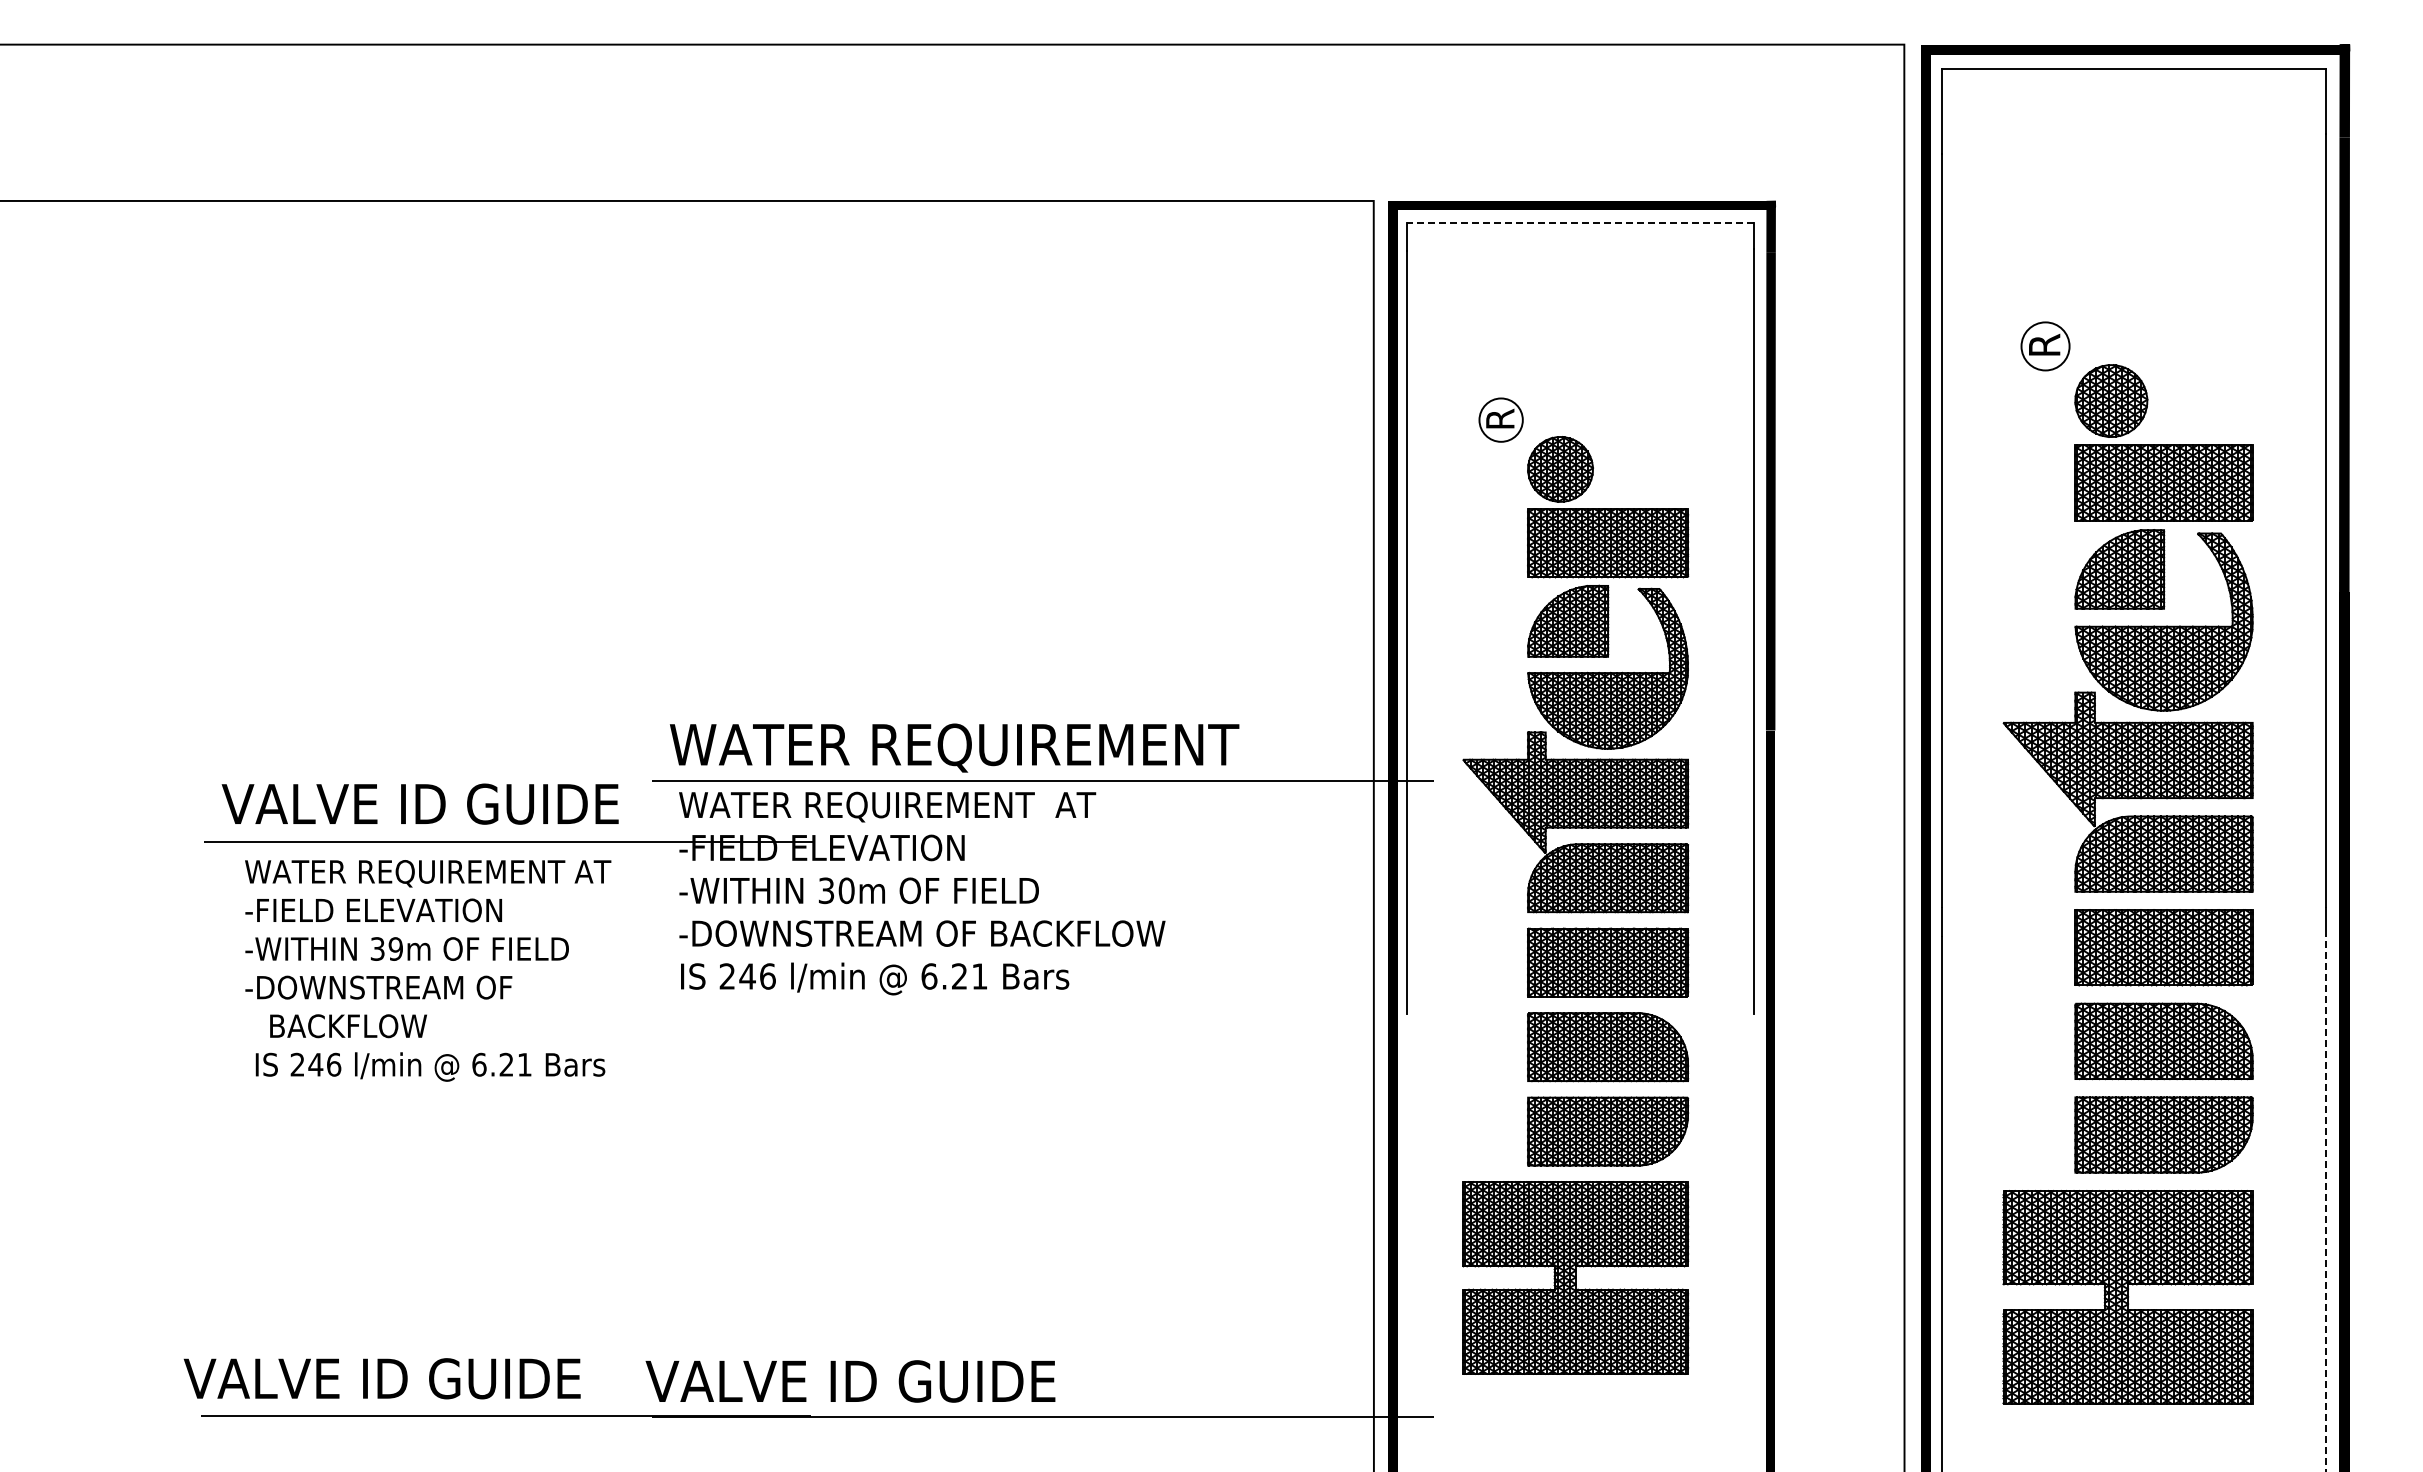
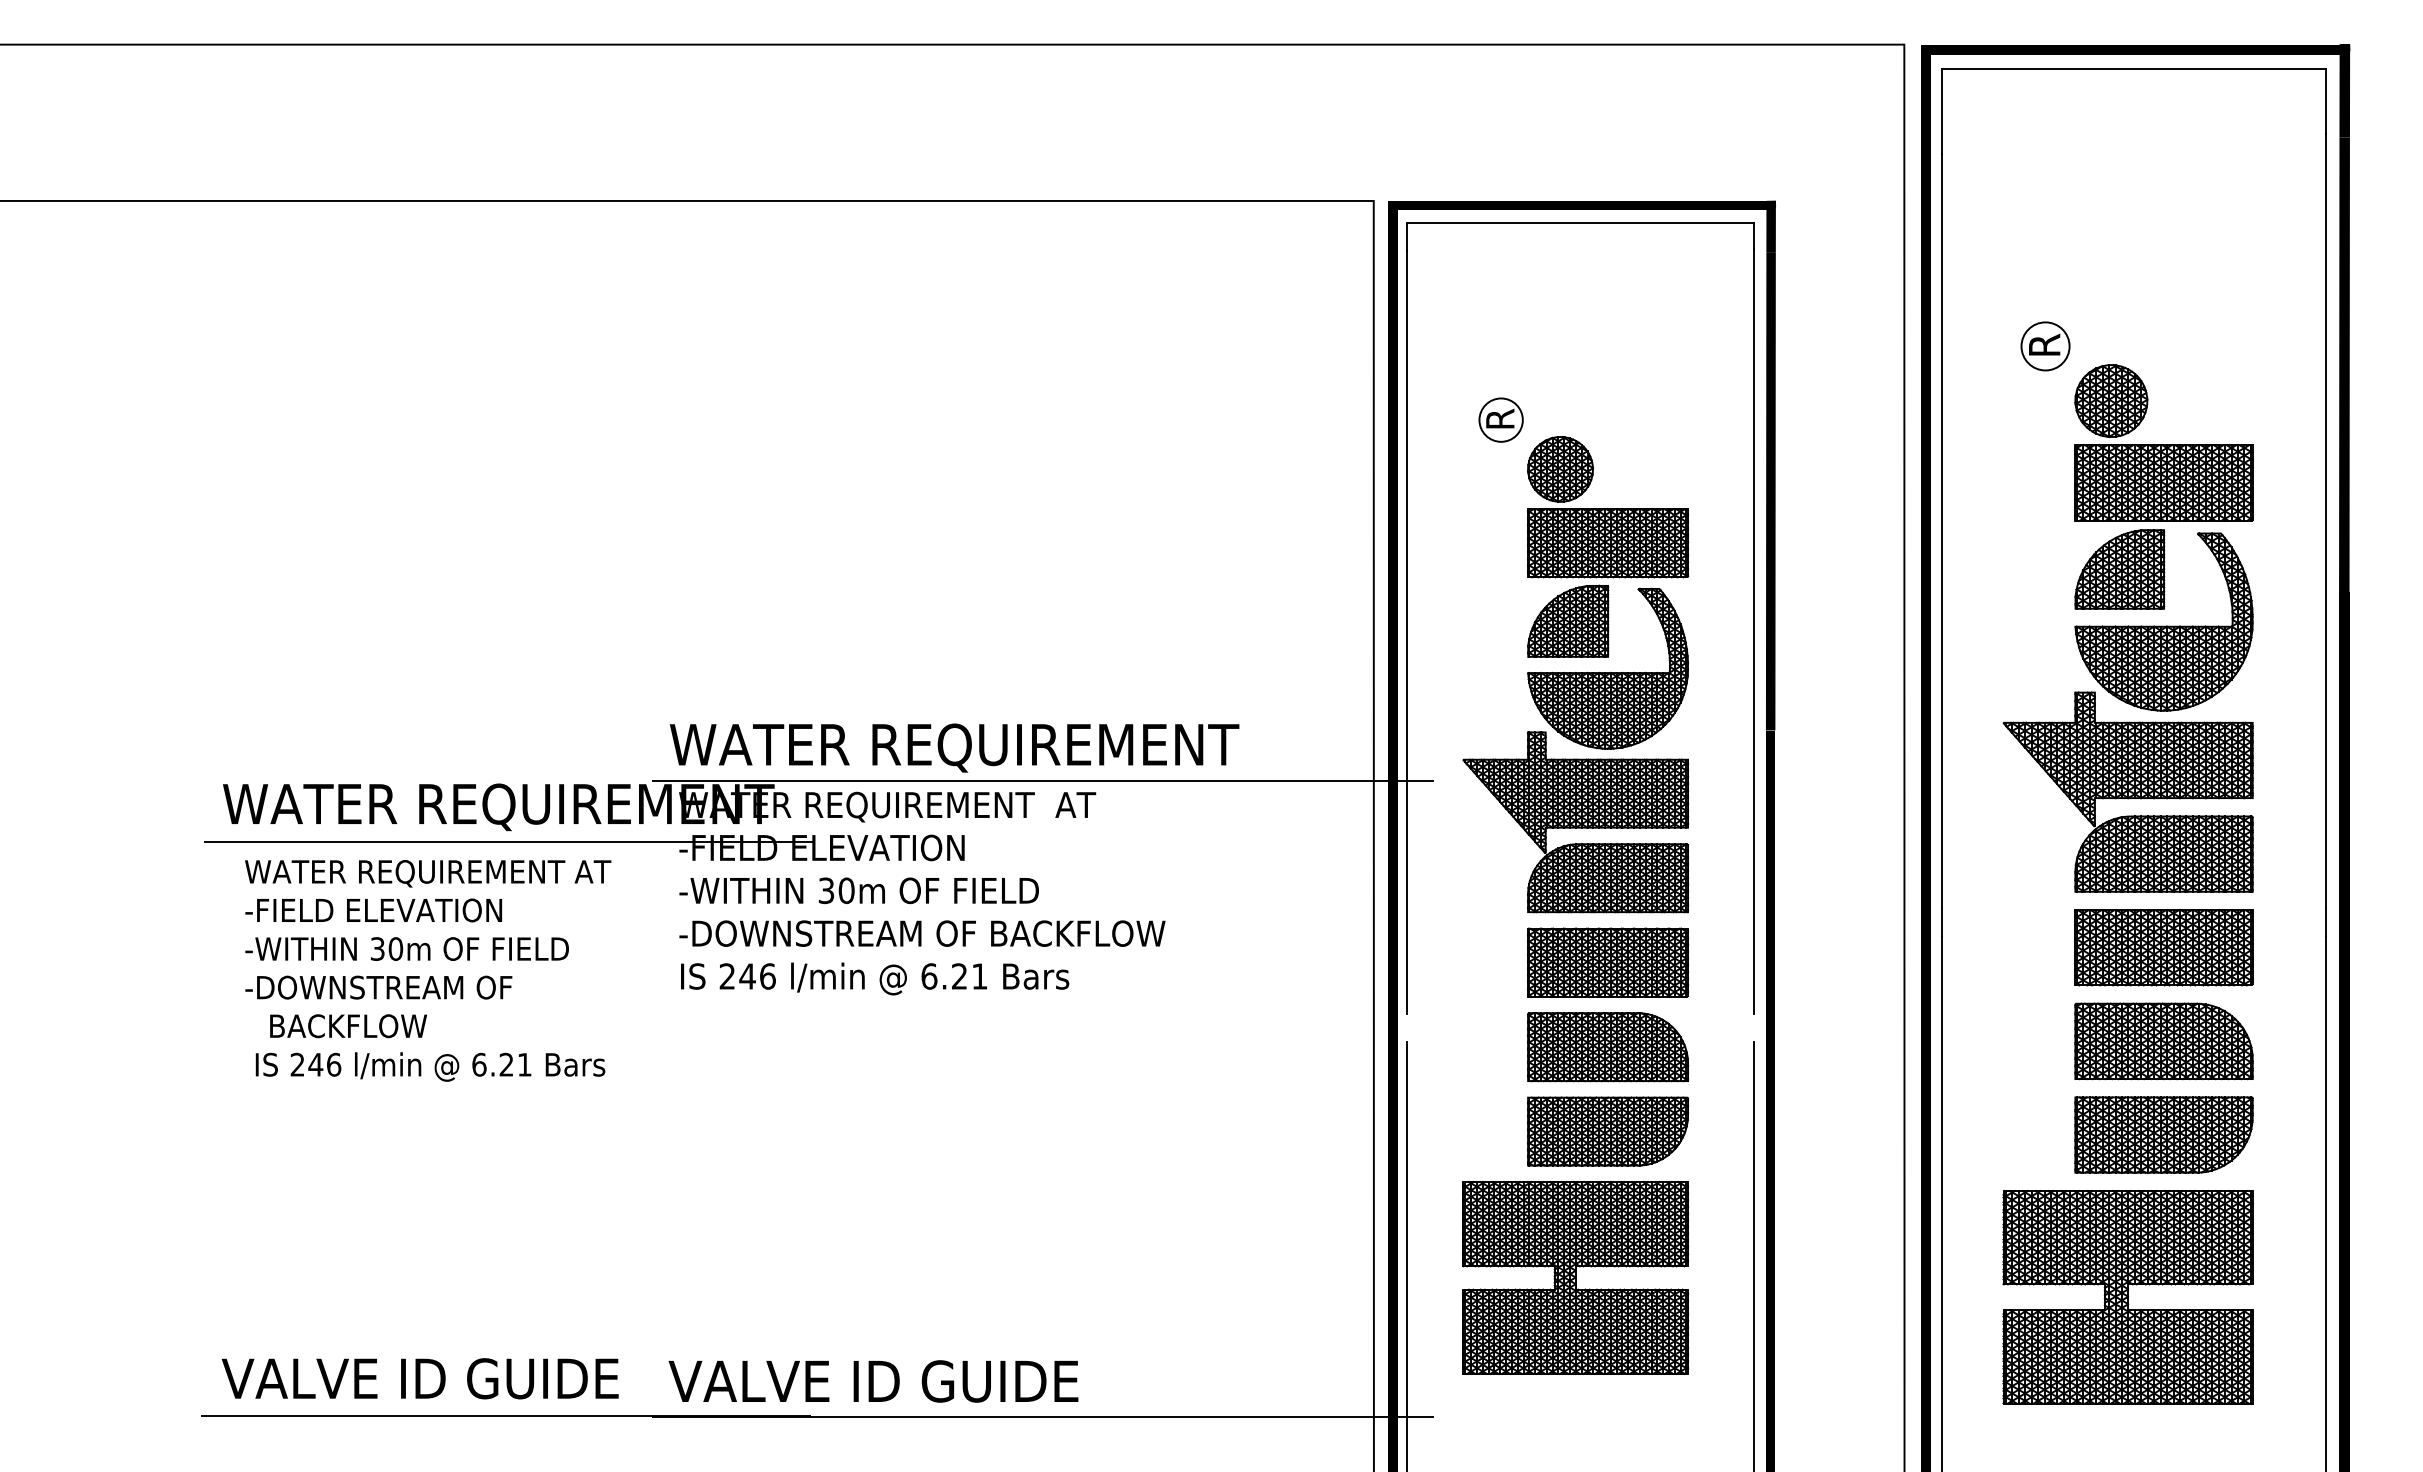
line at (1580, 223): dashed -> solid
text at (497, 807): VALVE ID GUIDE -> WATER REQUIREMENT
text at (395, 948): 39m -> 30m
line at (2326, 1204): dashed -> solid
line at (1407, 1254): none -> present
line at (1754, 1254): none -> present
text at (381, 1378) position: (381, 1378) -> (419, 1378)
text at (850, 1381) position: (850, 1381) -> (873, 1381)
